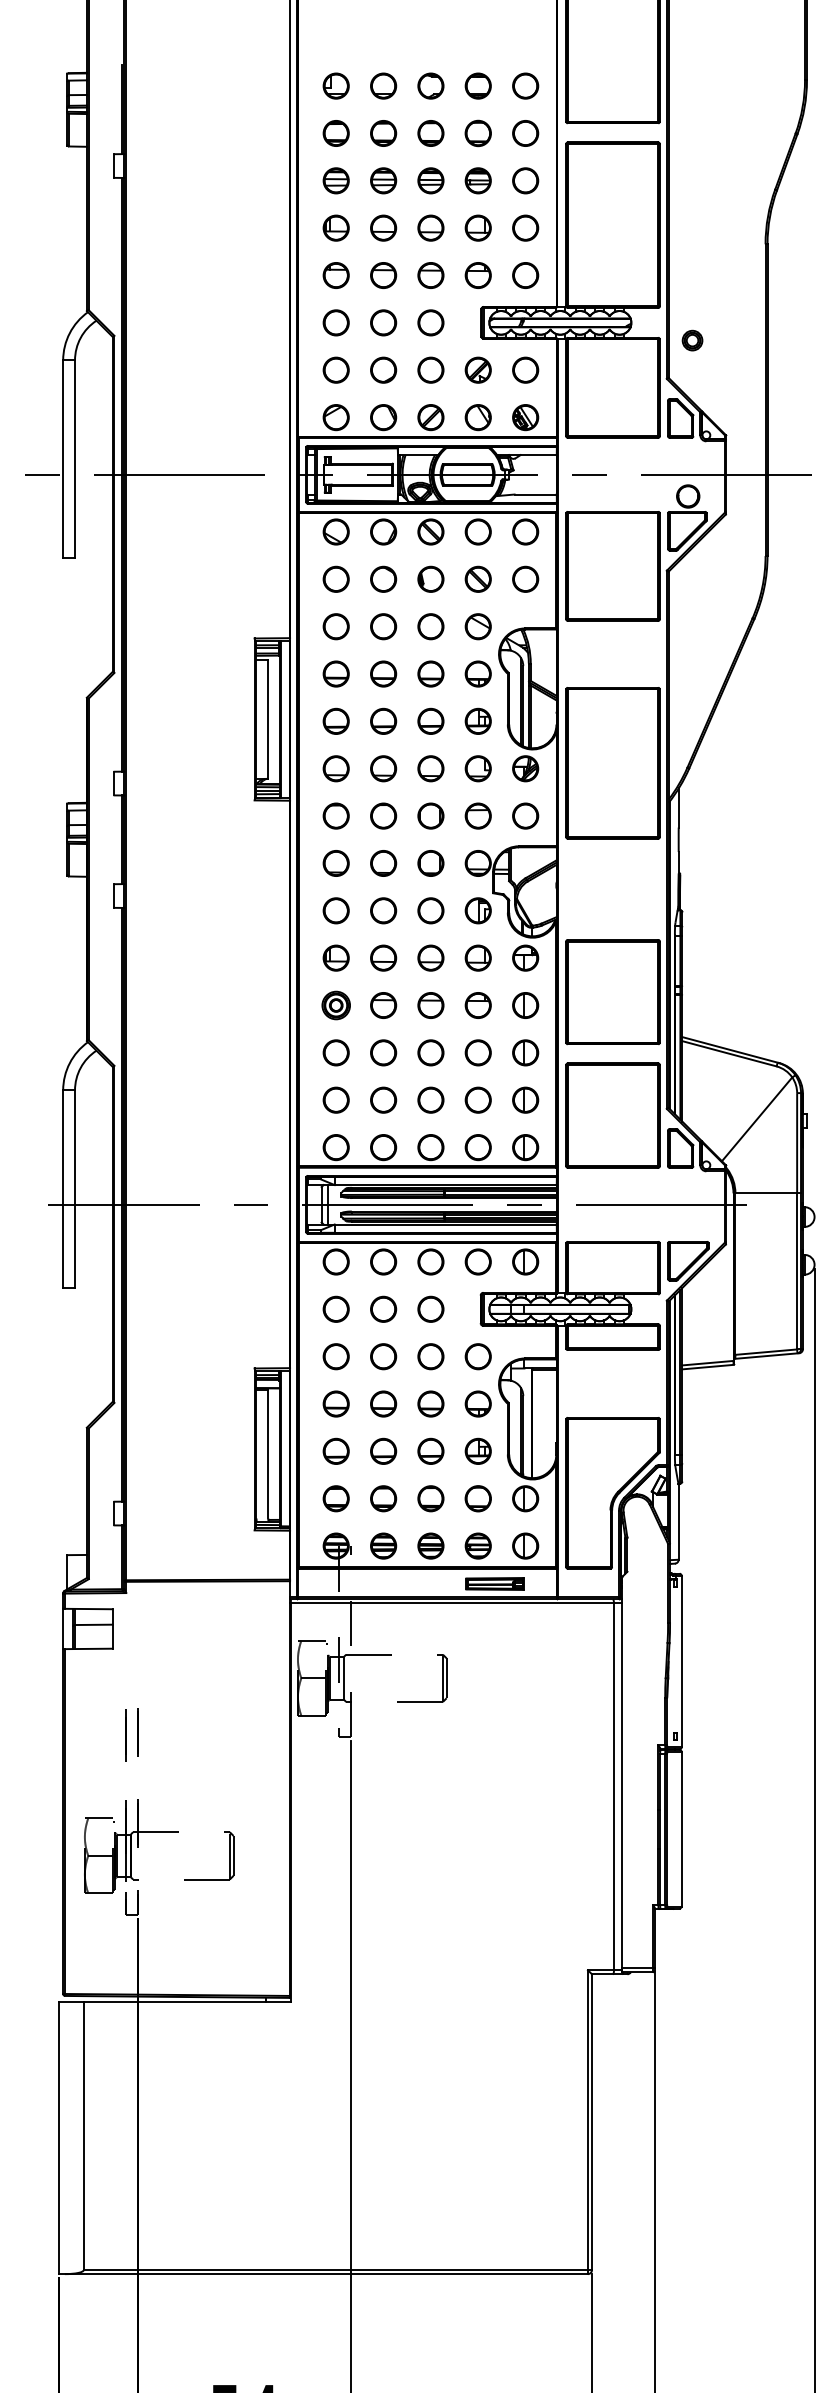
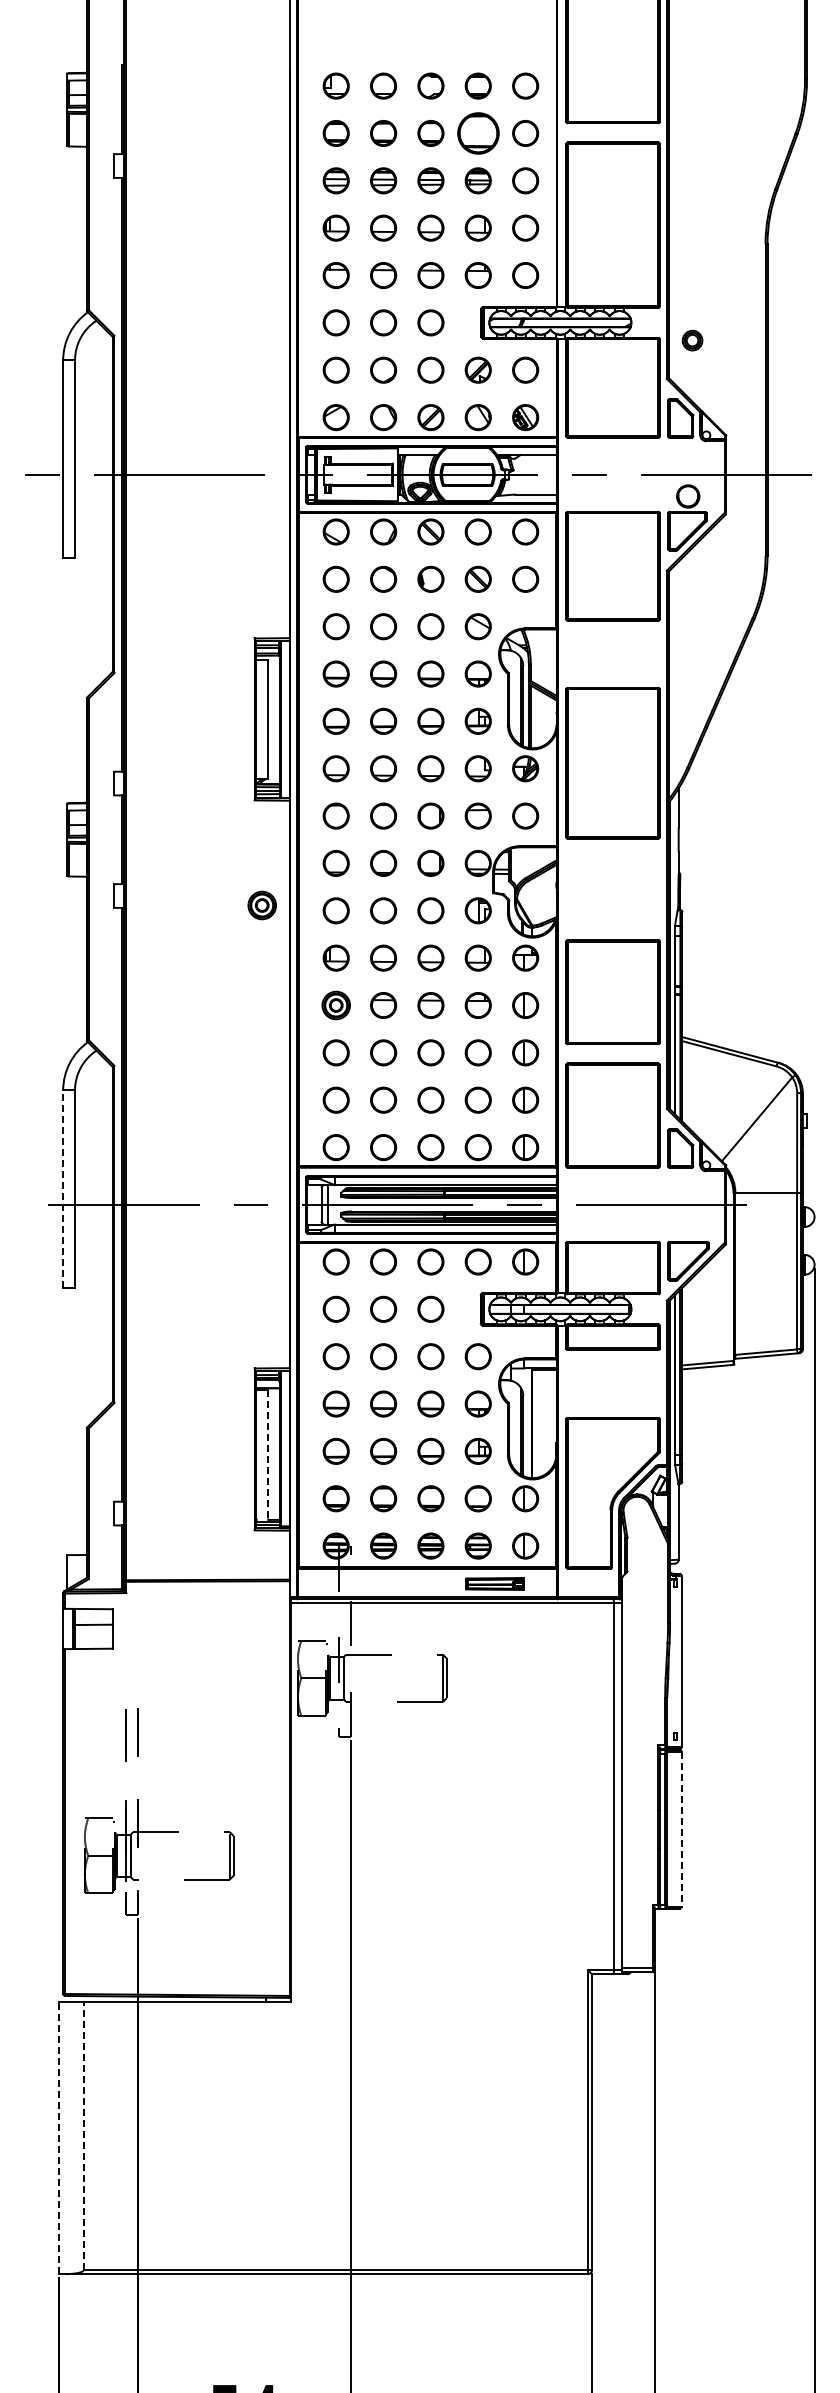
part at (477, 133) size: 28x29 px -> 43x43 px
part at (261, 905): none -> present
line at (63, 1189): solid -> dashed
line at (268, 1453): solid -> dashed
line at (681, 1829): solid -> dashed
line at (83, 2135): solid -> dashed
line at (59, 2137): solid -> dashed
